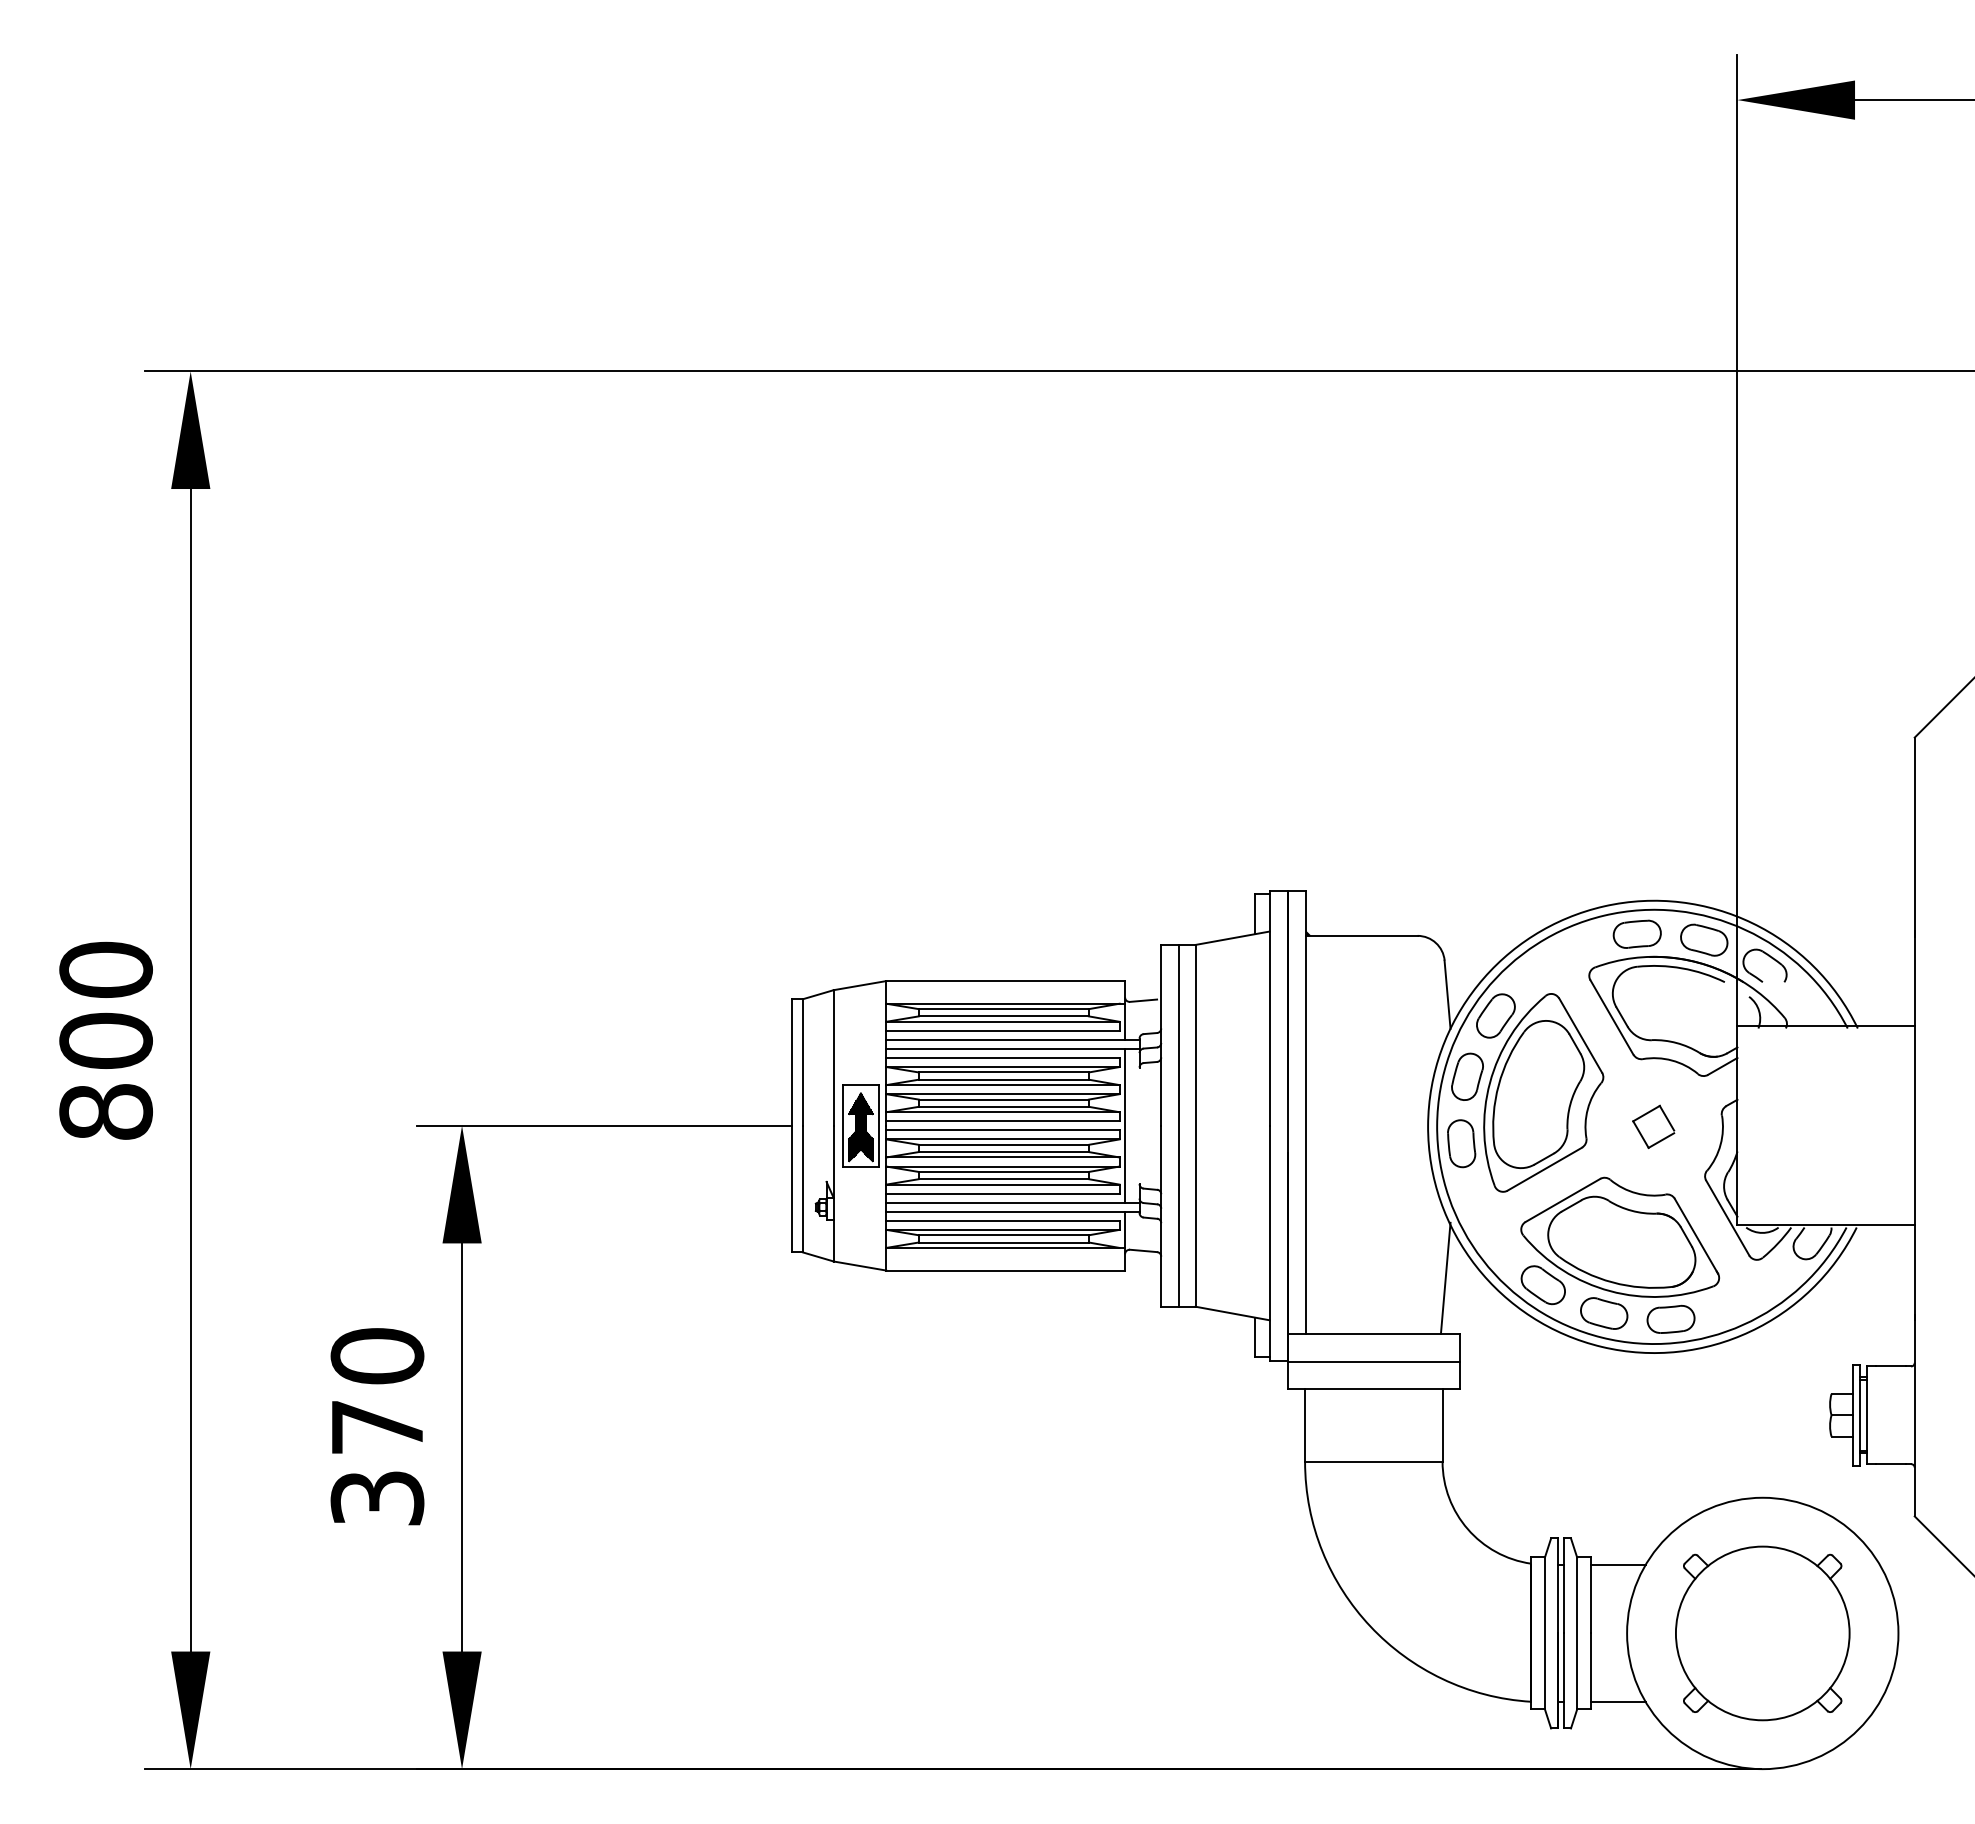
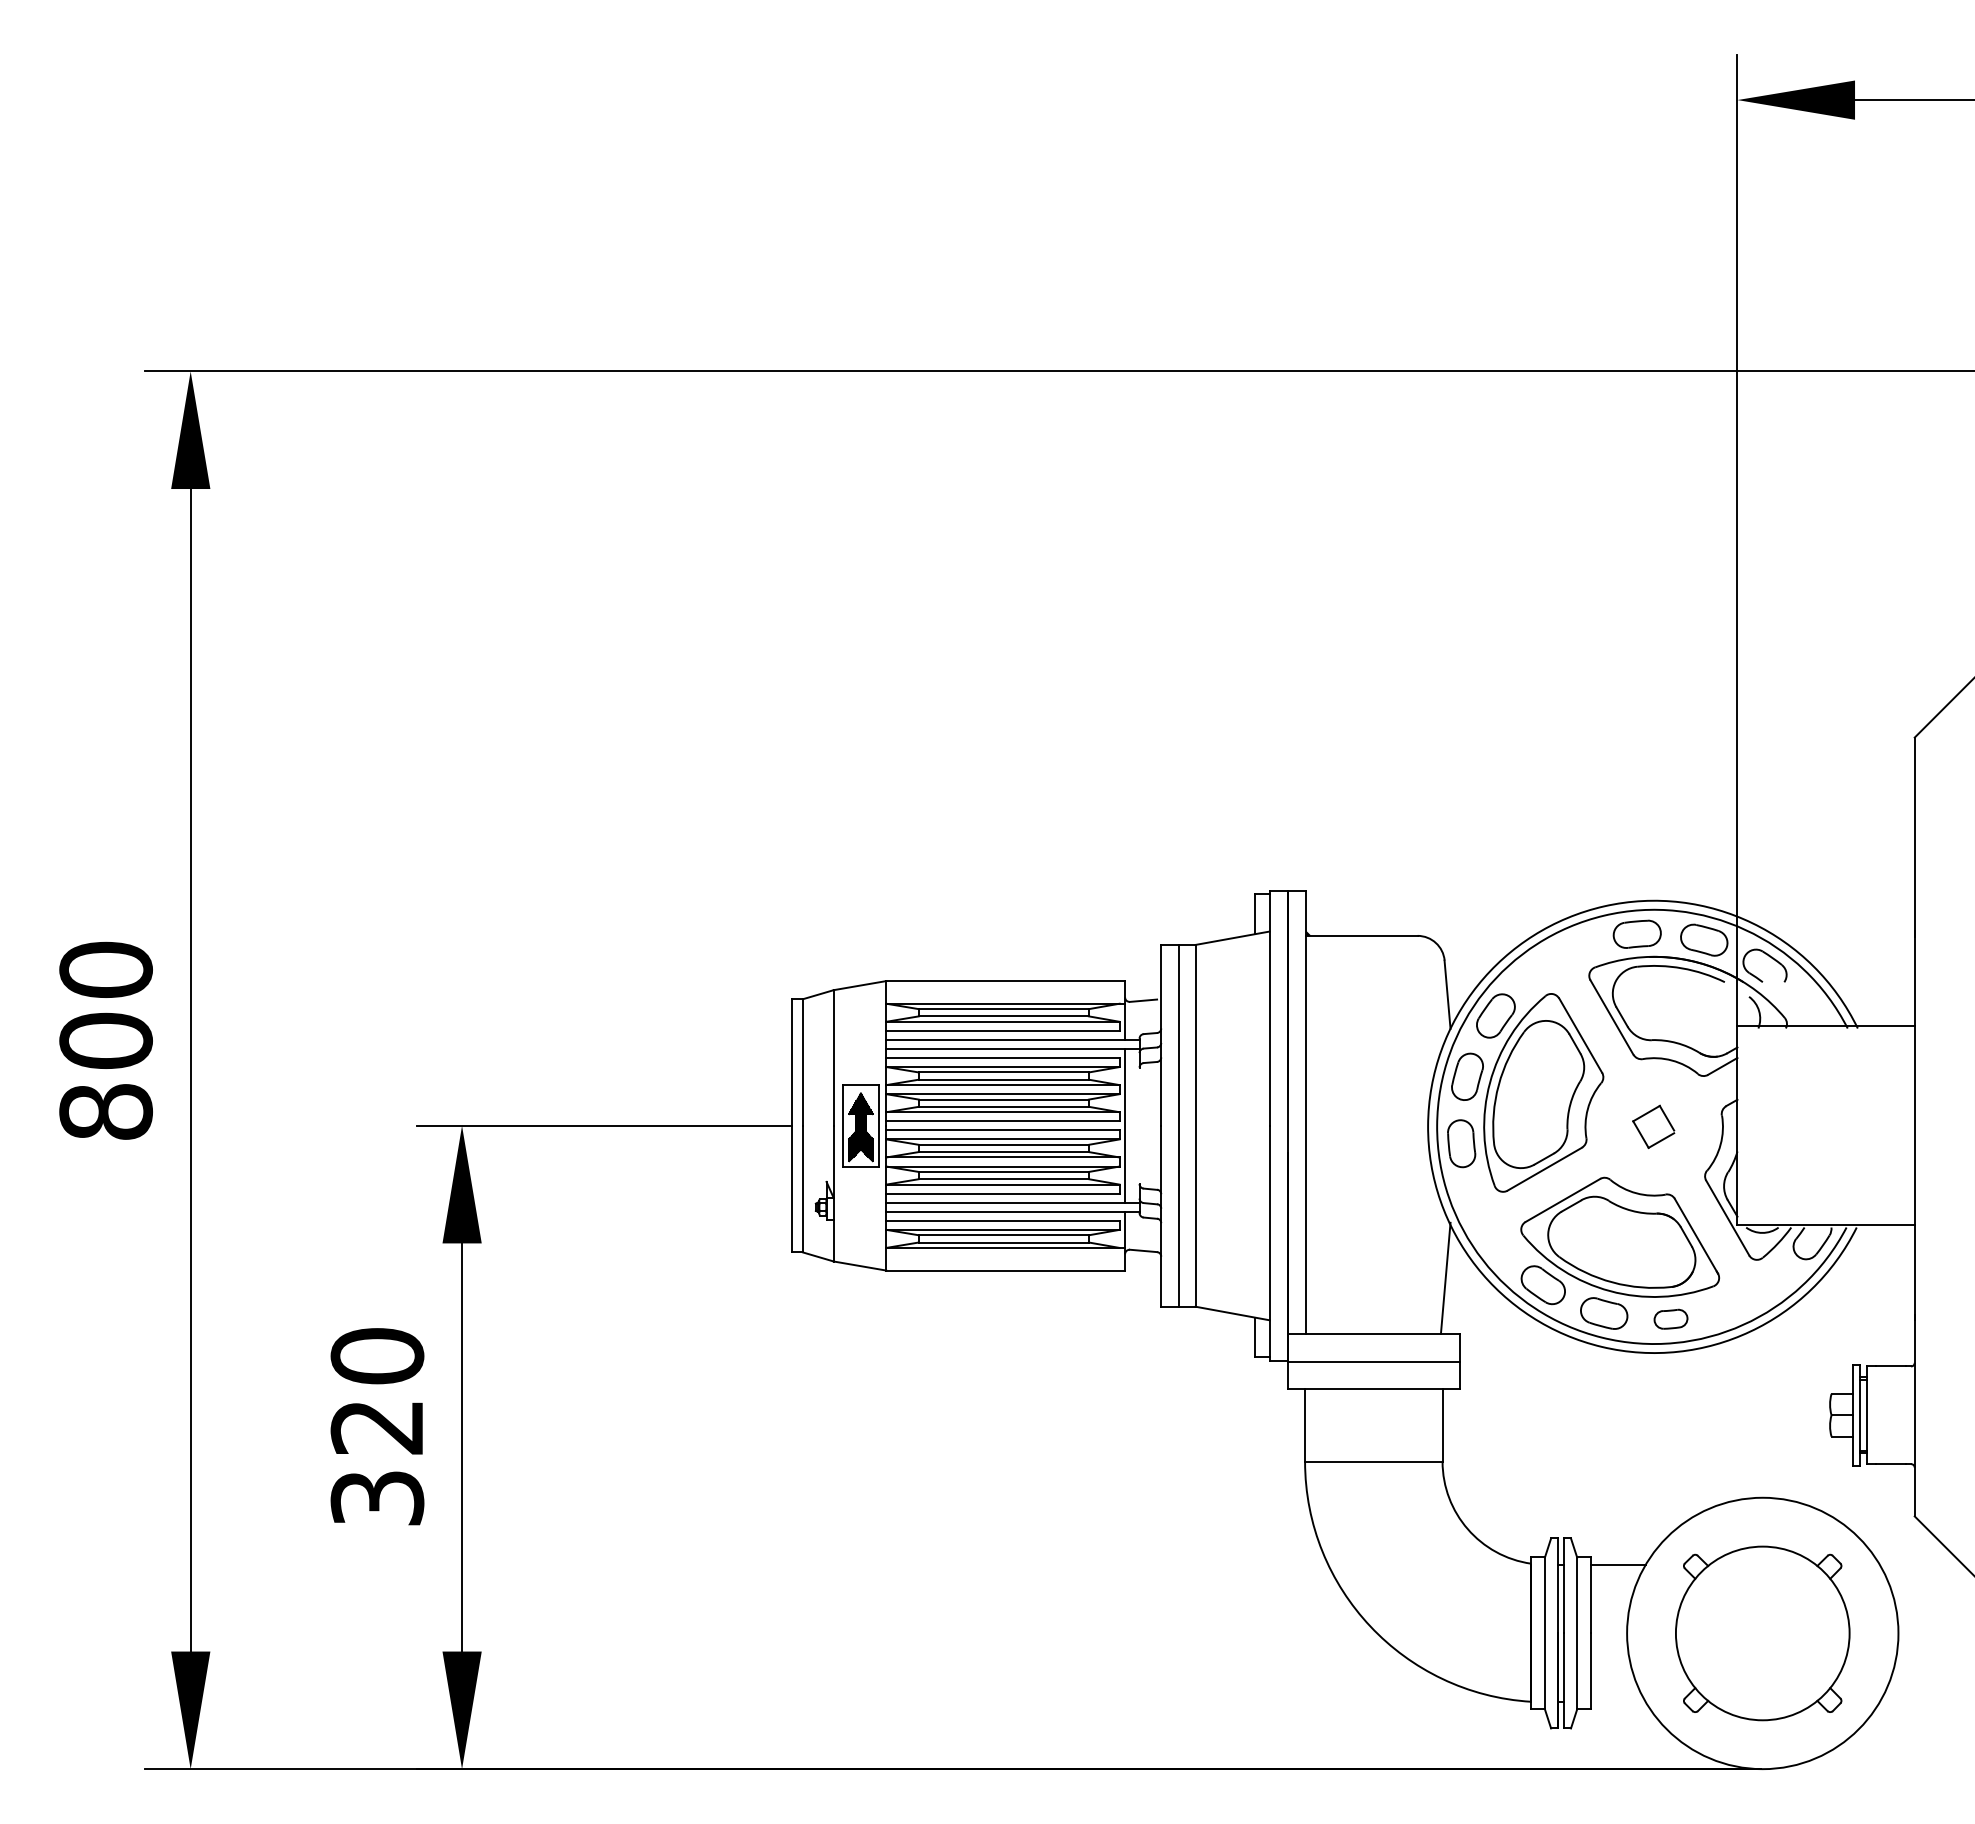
part at (1670, 1318) size: 50x30 px -> 36x22 px
text at (376, 1427): 370 -> 320
line at (1617, 1702): present -> none
